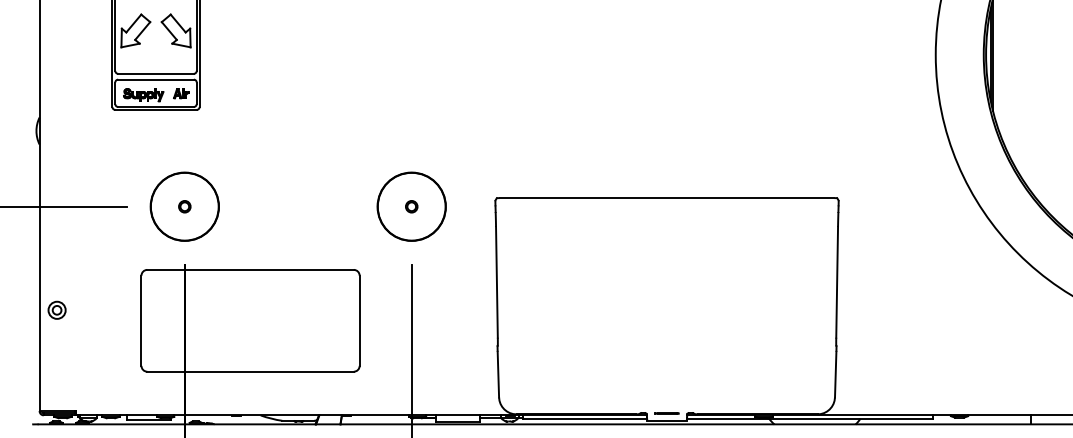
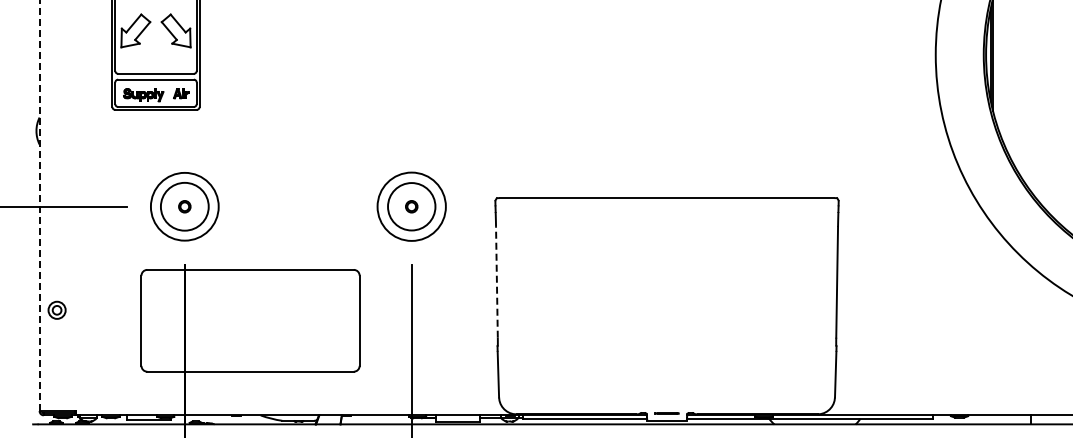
line at (39, 205): solid -> dashed
circle at (184, 206) diameter: 68 px -> 48 px
circle at (411, 206) diameter: 68 px -> 47 px
line at (496, 281): solid -> dashed
